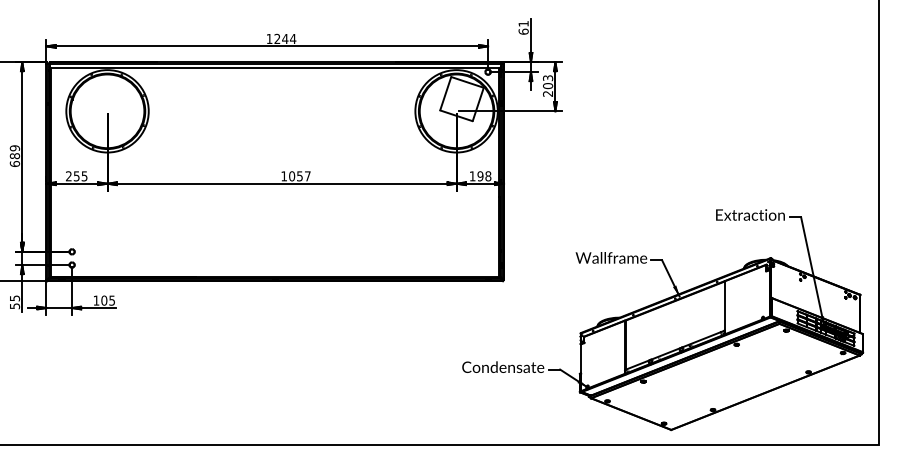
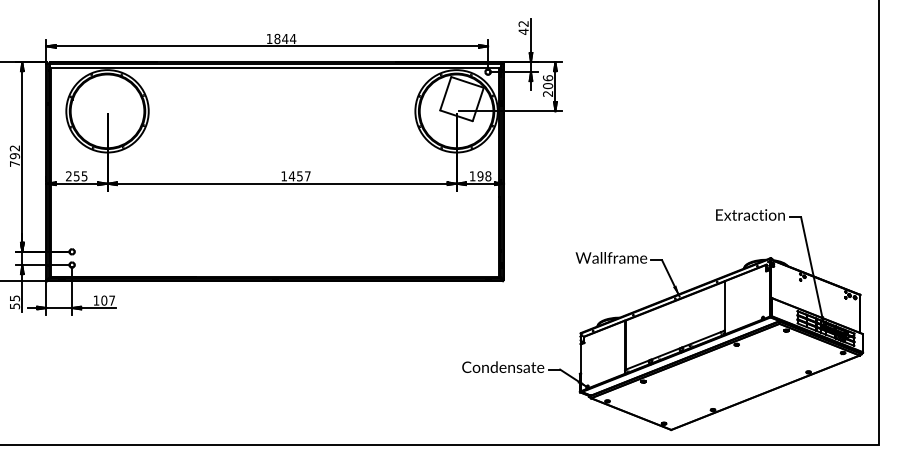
text at (523, 27): 61 -> 42
text at (277, 39): 1244 -> 1844
text at (548, 78): 203 -> 206
text at (14, 155): 689 -> 792
text at (291, 176): 1057 -> 1457
text at (111, 300): 105 -> 107
